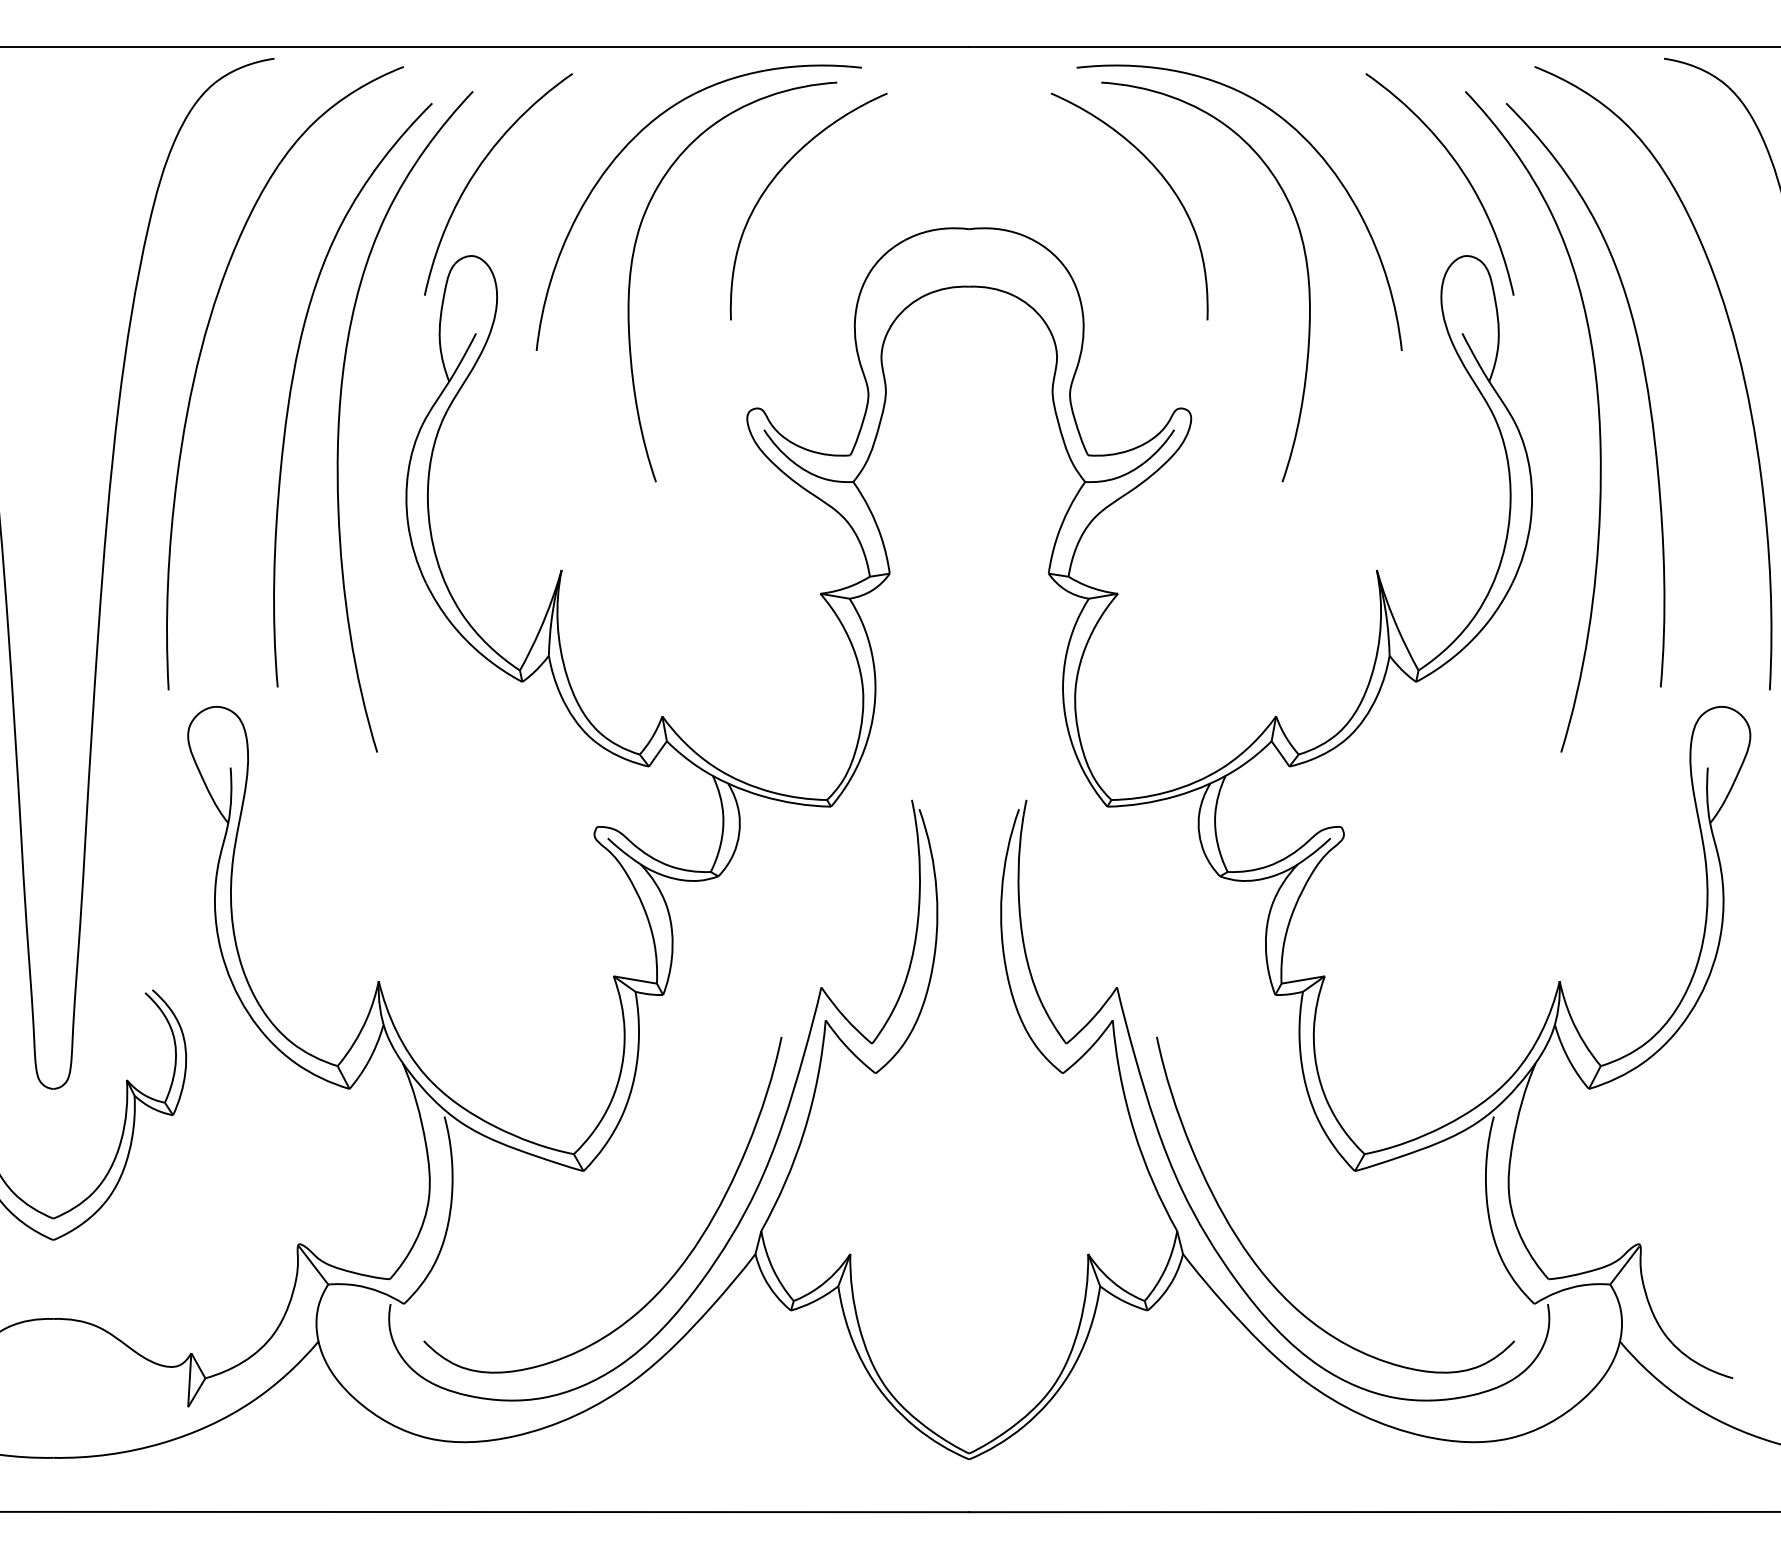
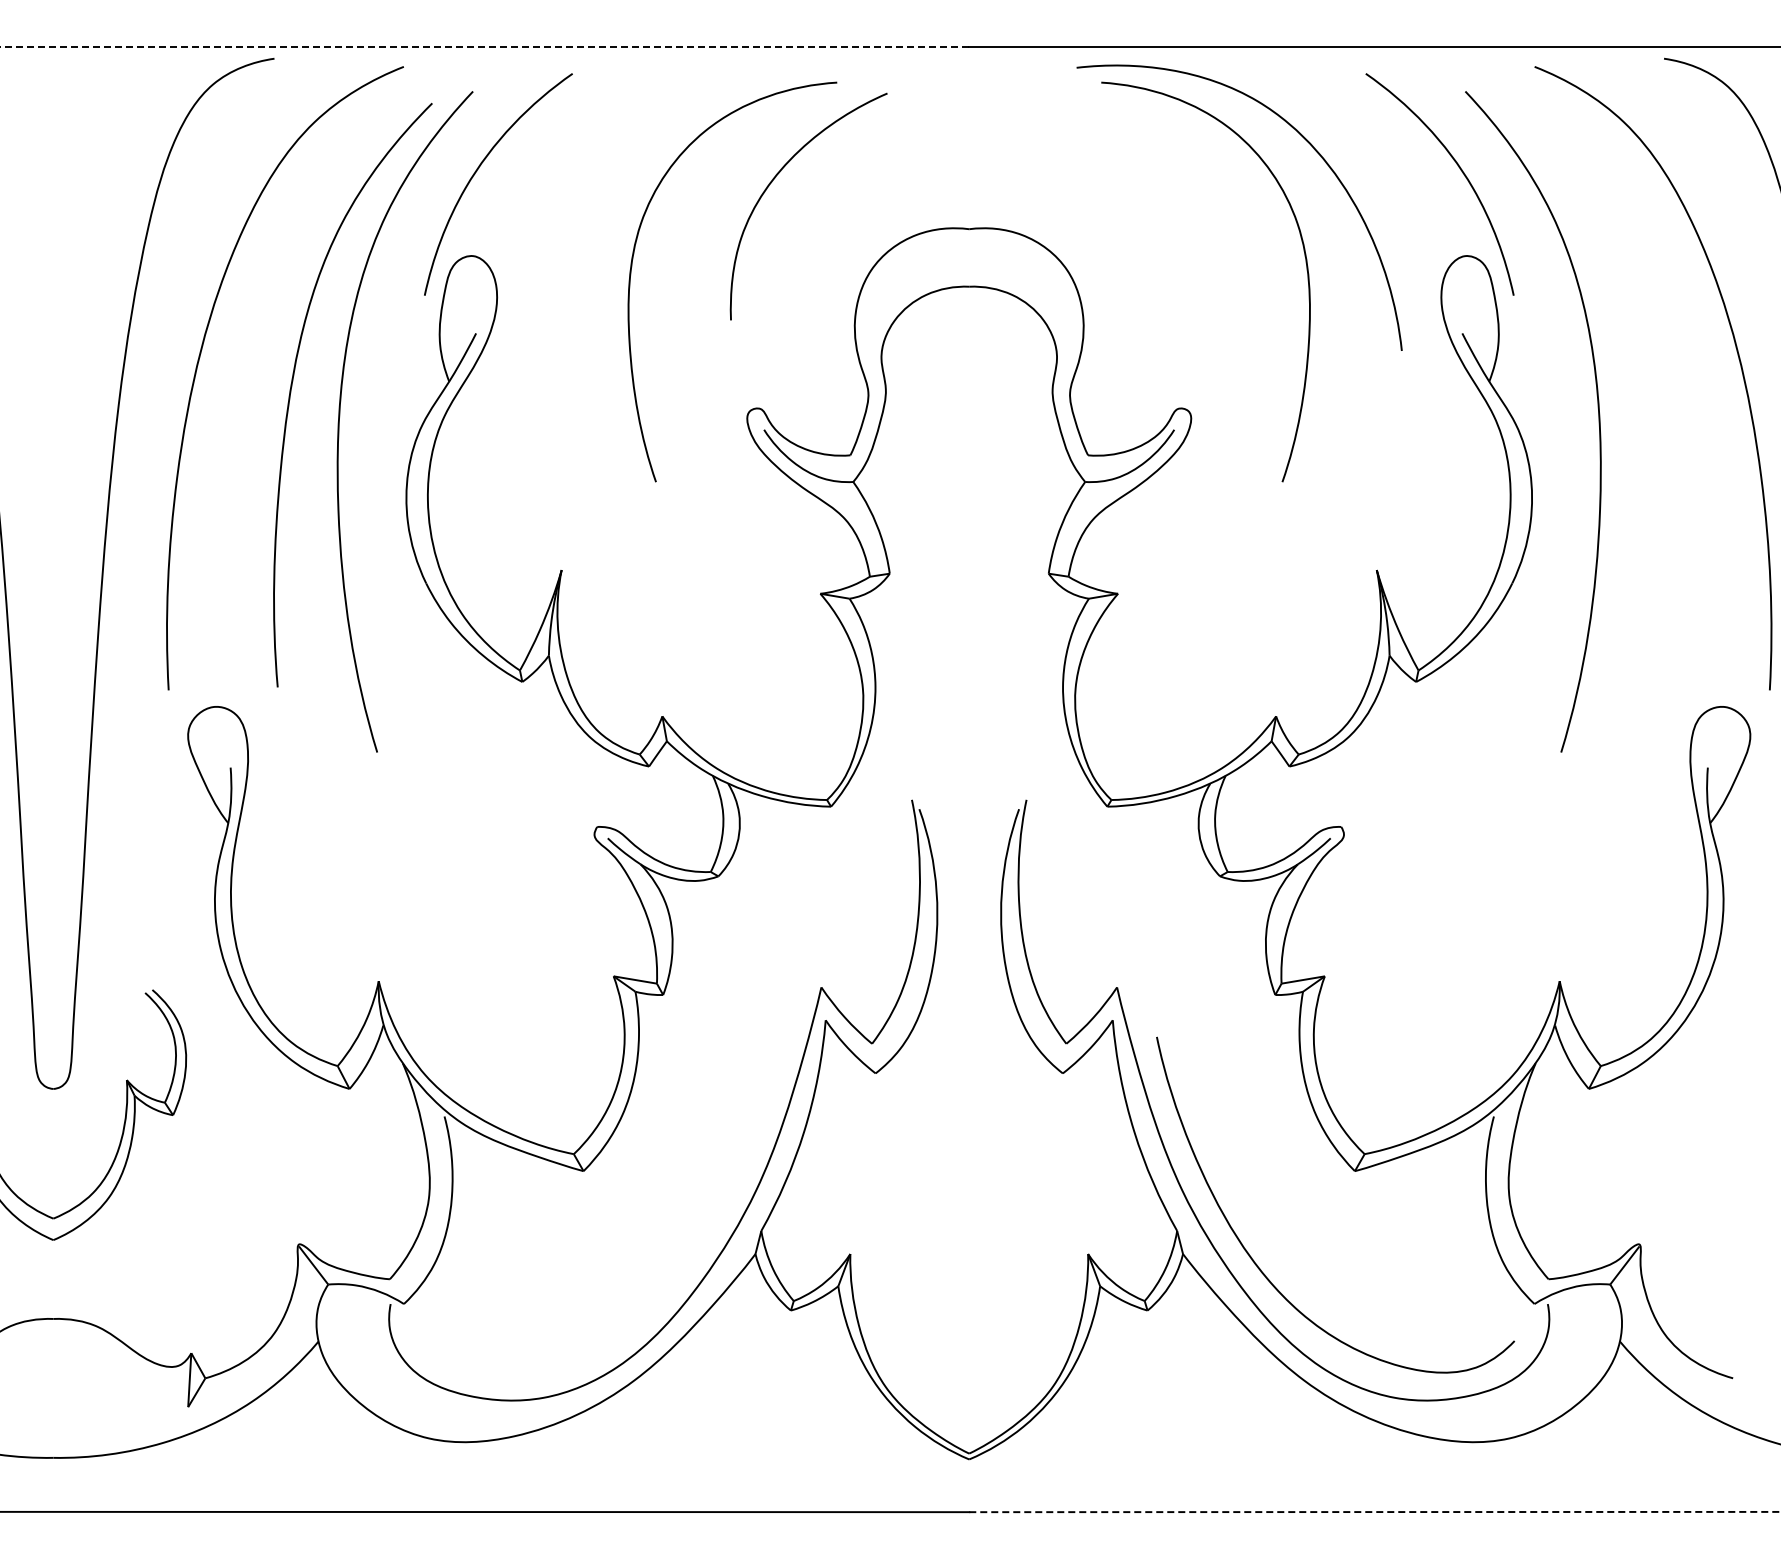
line at (484, 46): solid -> dashed
curve at (633, 140): present -> none
curve at (1164, 180): present -> none
curve at (1645, 384): present -> none
curve at (682, 1262): present -> none
line at (1375, 1512): solid -> dashed
